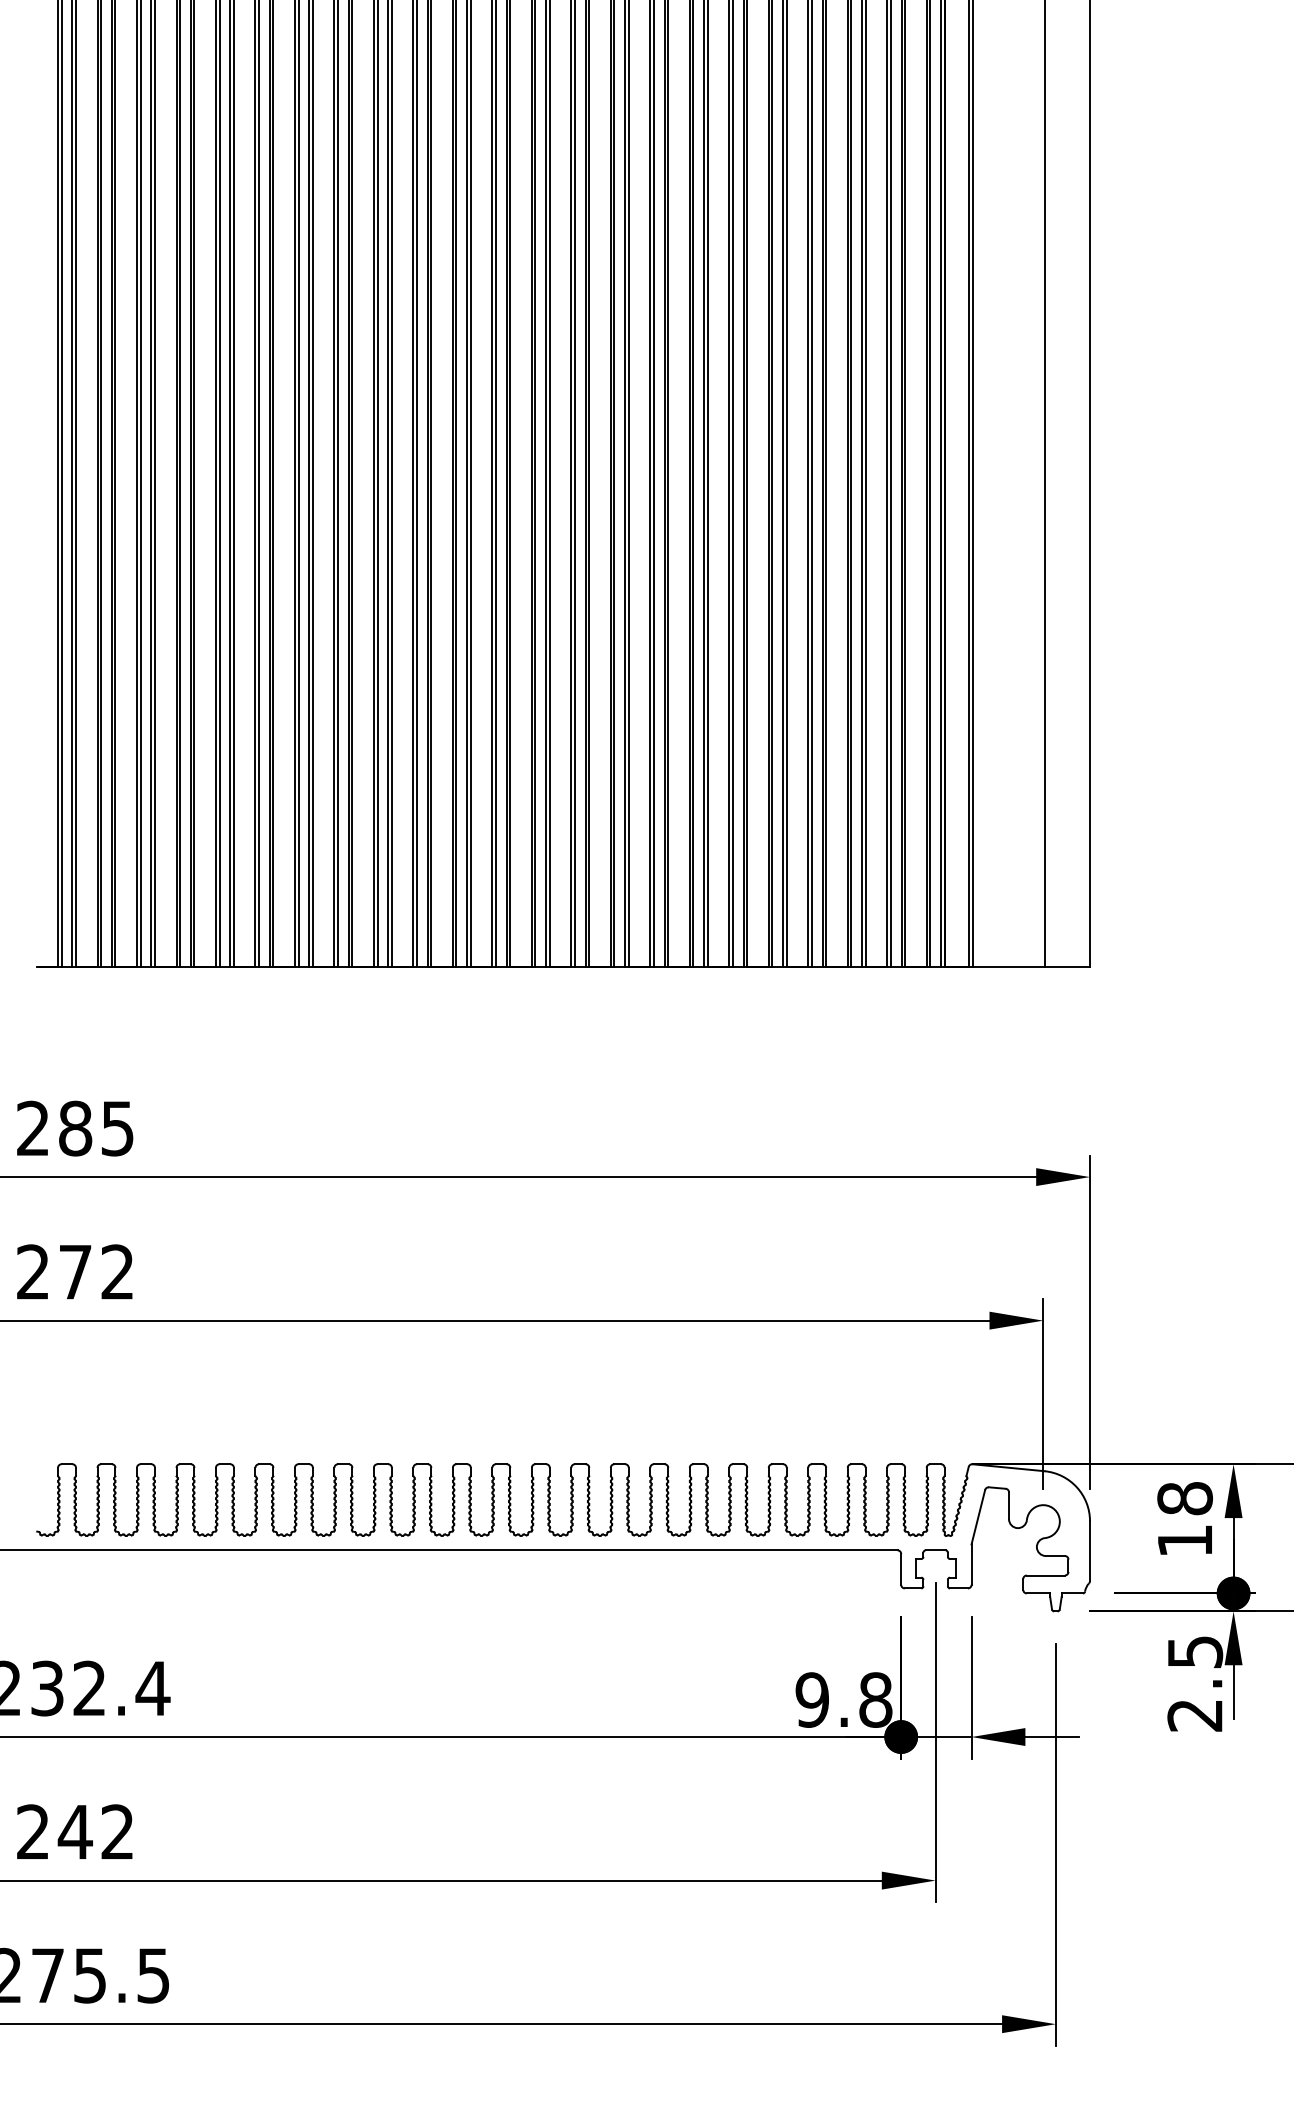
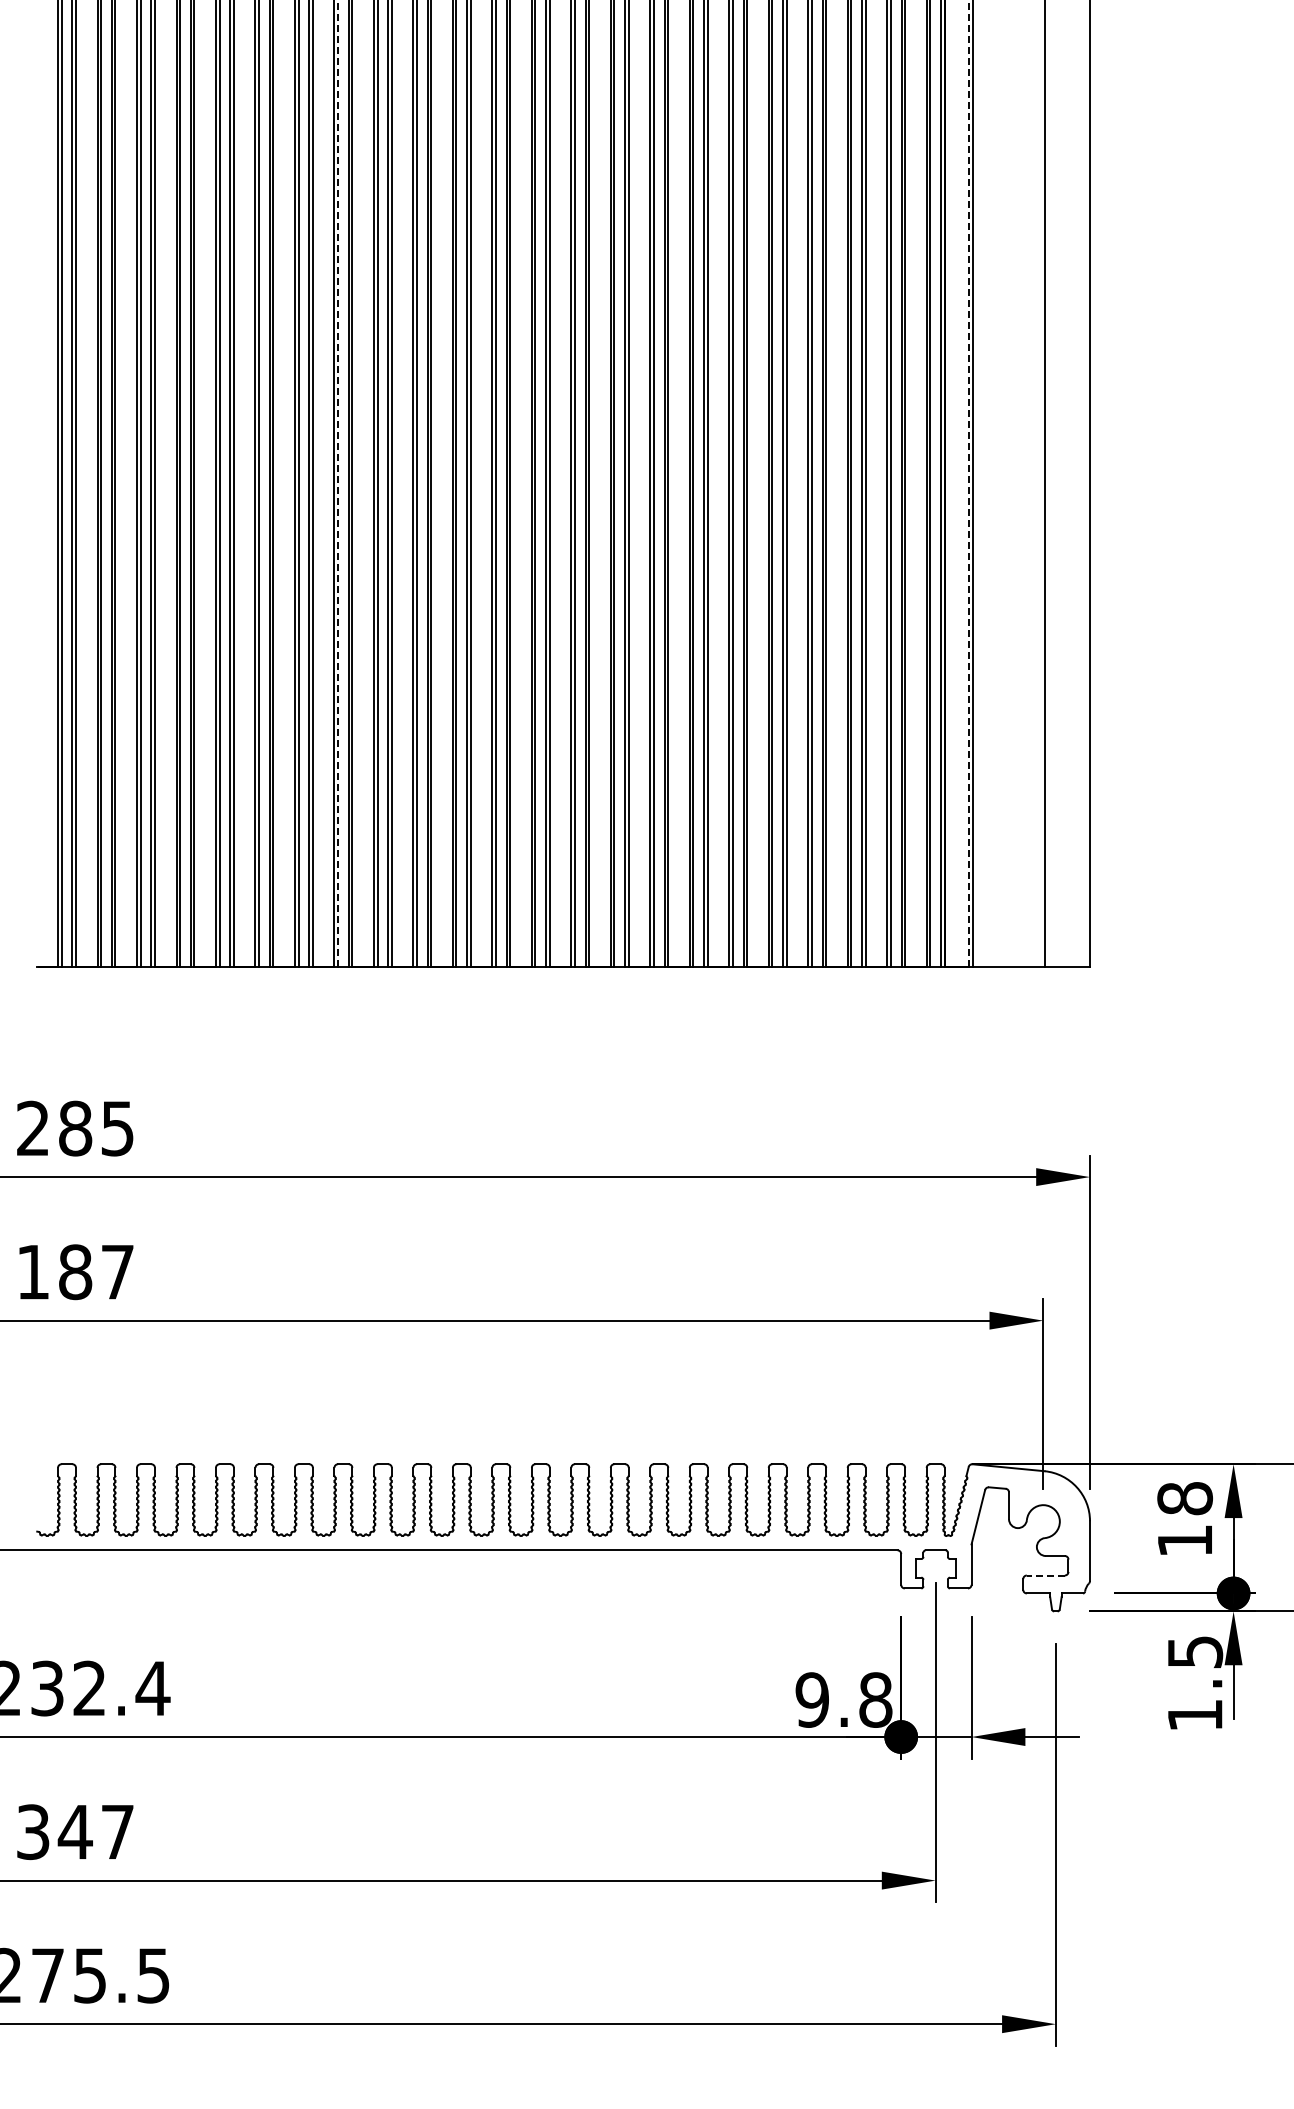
line at (338, 483): solid -> dashed
line at (968, 483): solid -> dashed
text at (75, 1272): 272 -> 187
line at (1045, 1575): solid -> dashed
text at (1194, 1715): 2.5 -> 1.5
text at (75, 1832): 242 -> 347
